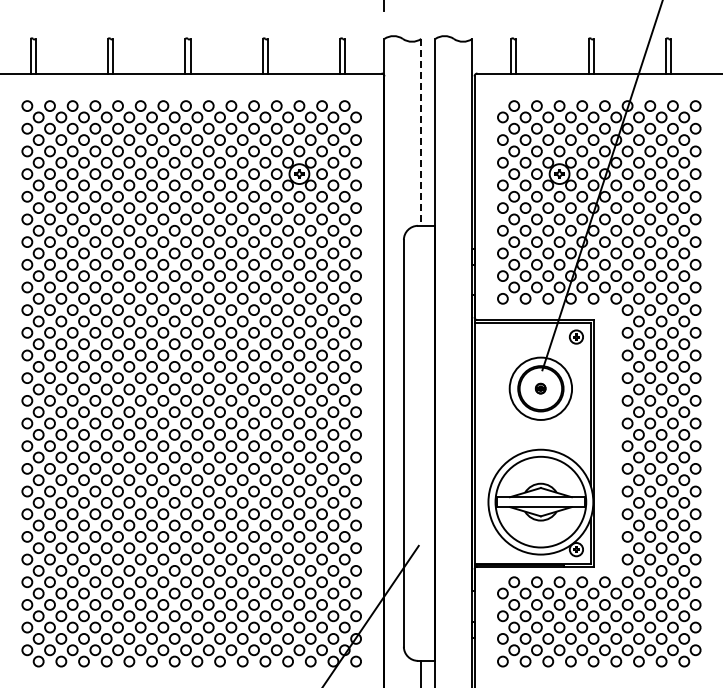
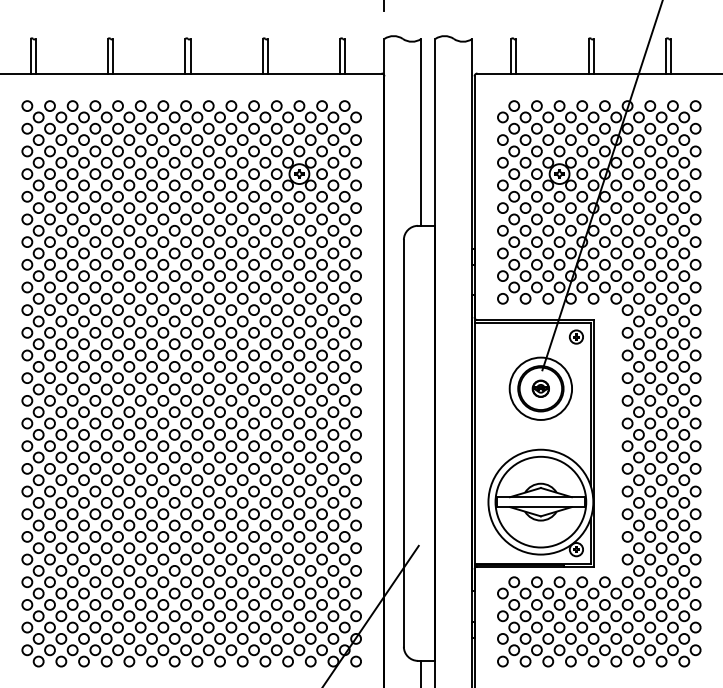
line at (421, 132): dashed -> solid
part at (540, 388) size: 13x13 px -> 19x19 px
